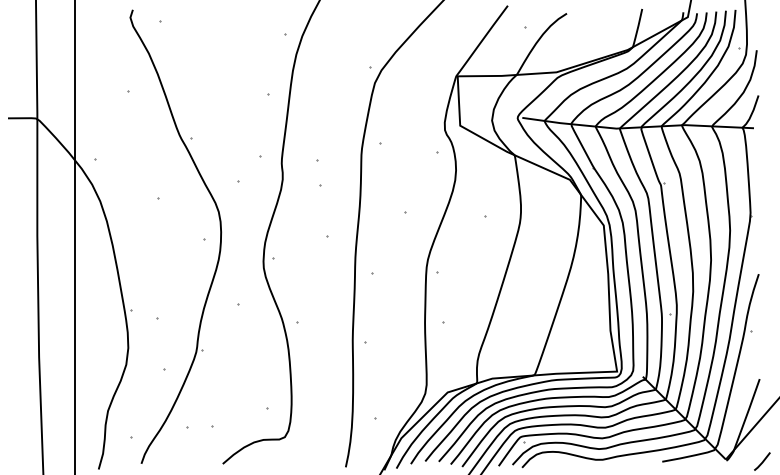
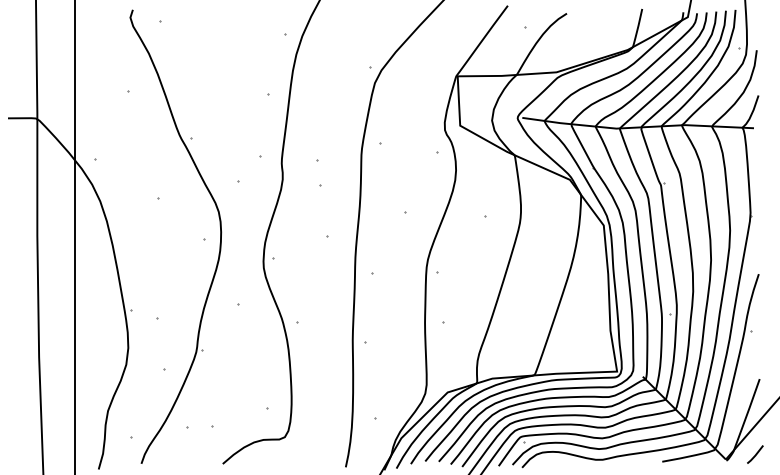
line at (762, 461) position: (762, 461) -> (755, 454)
